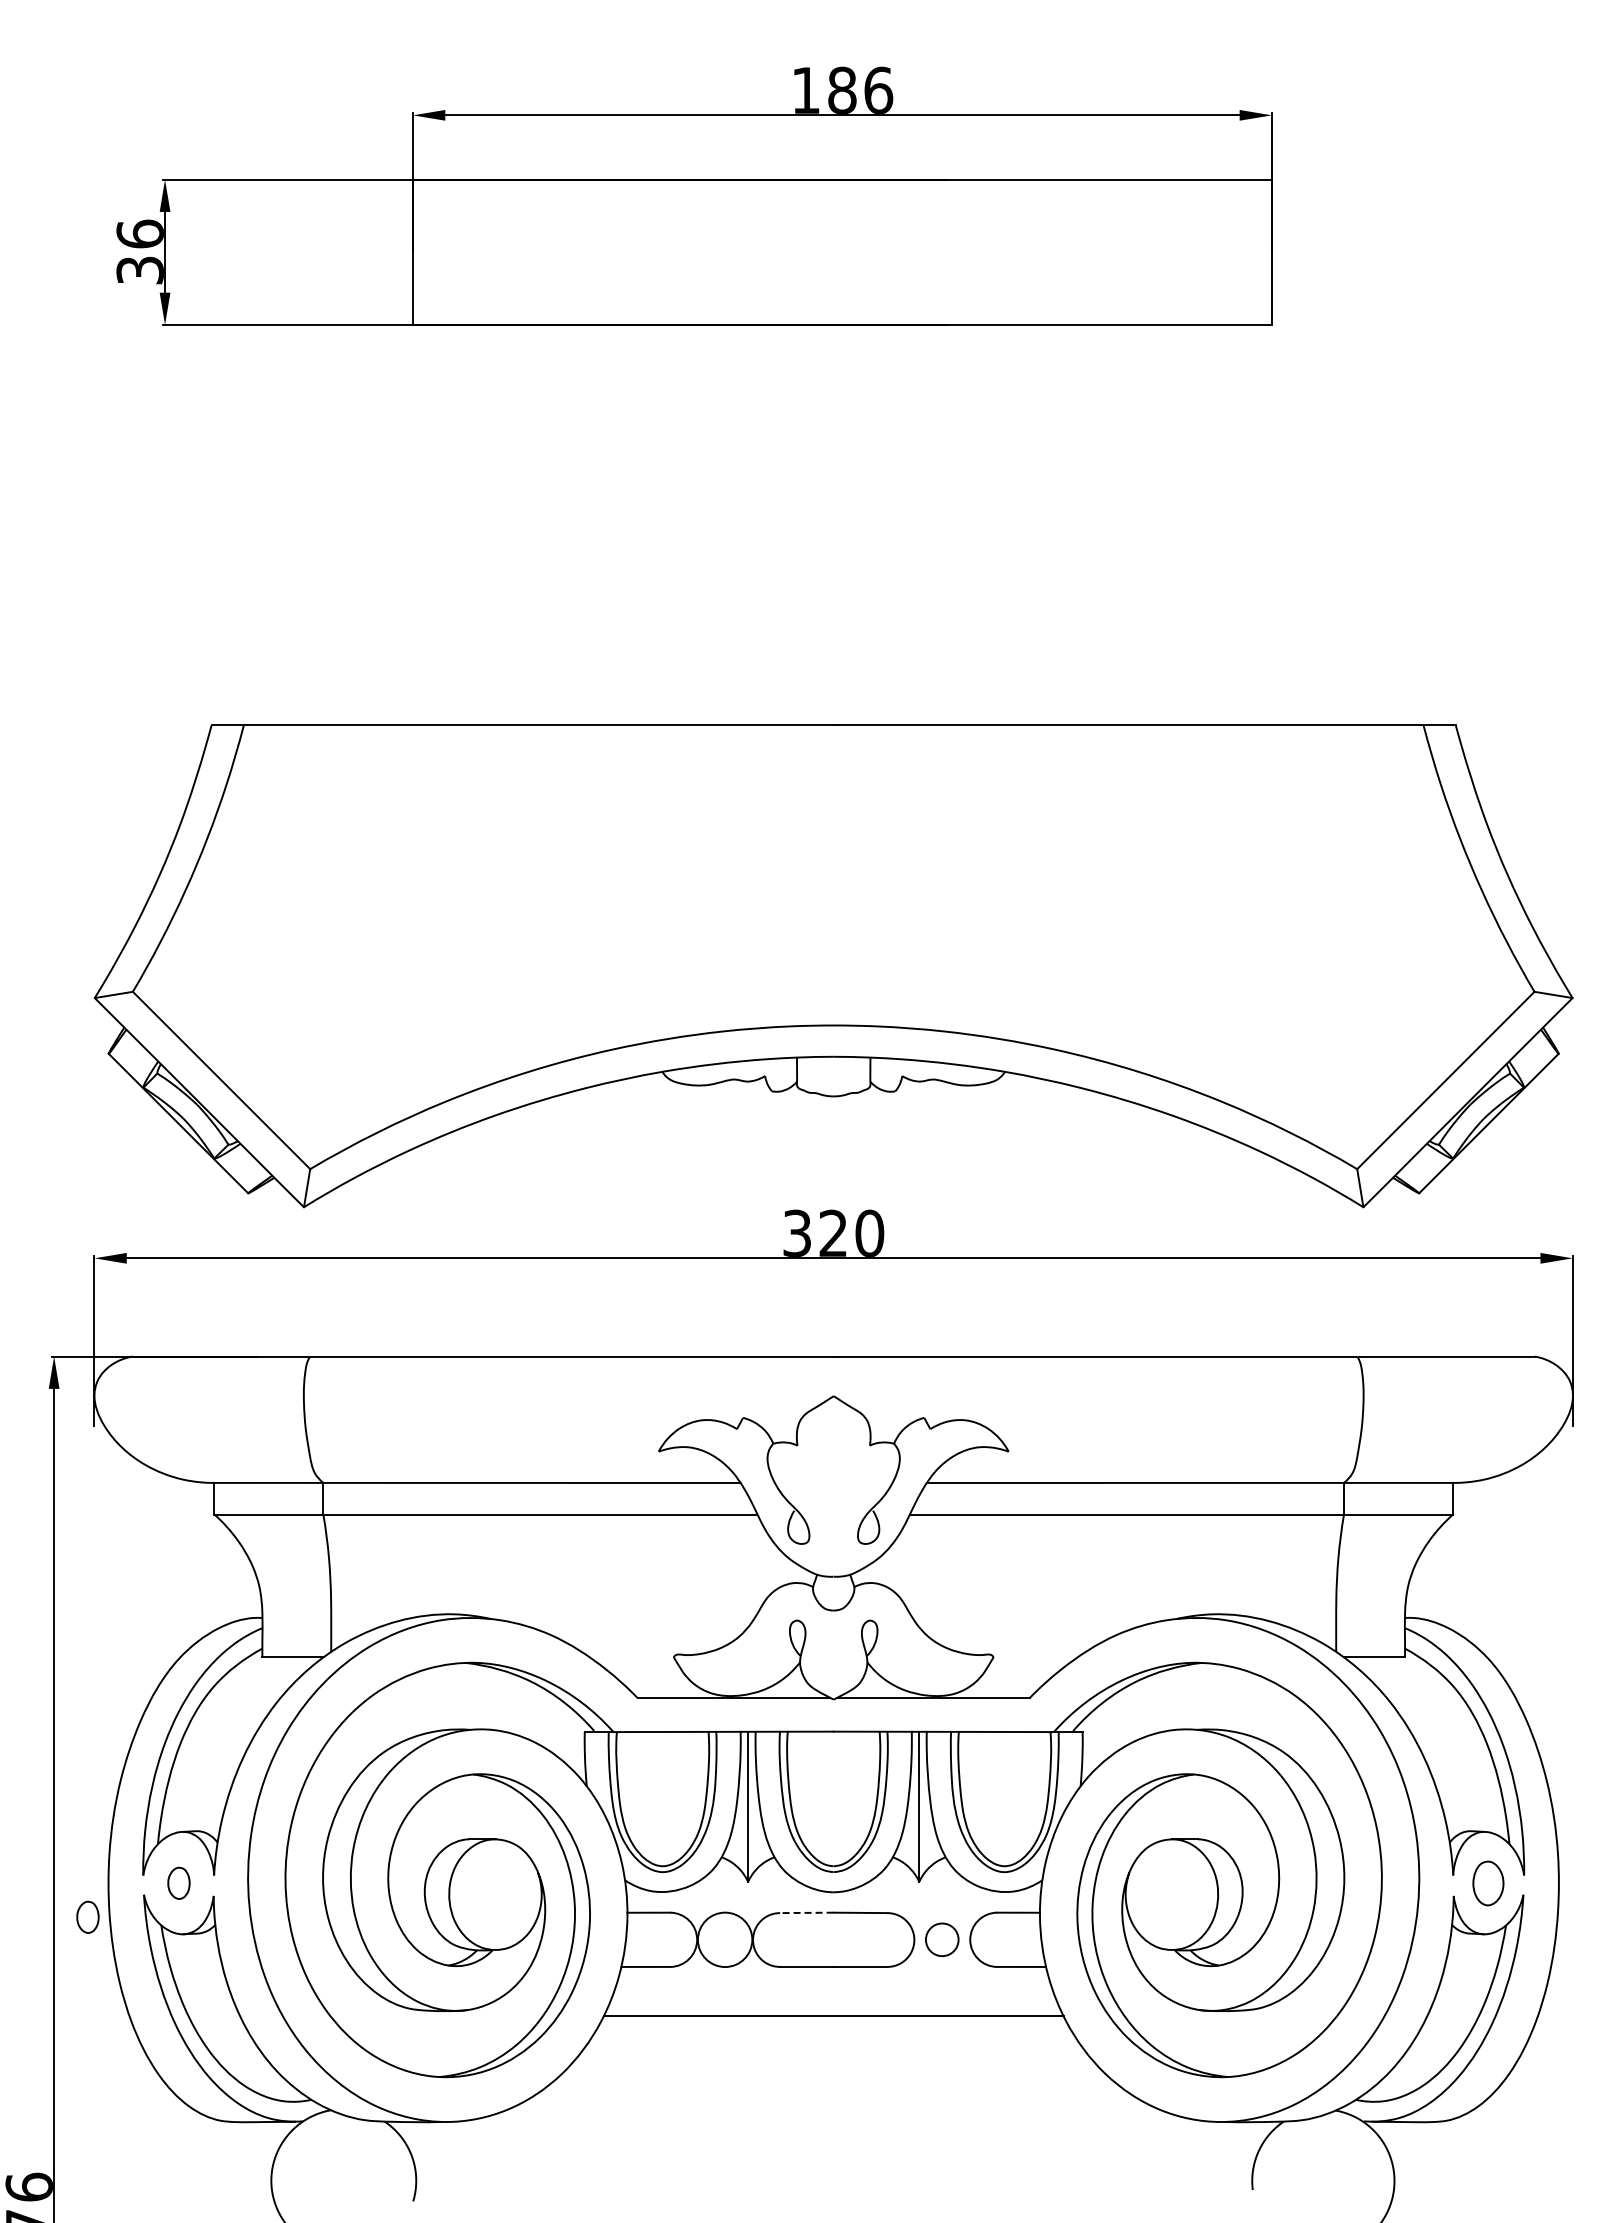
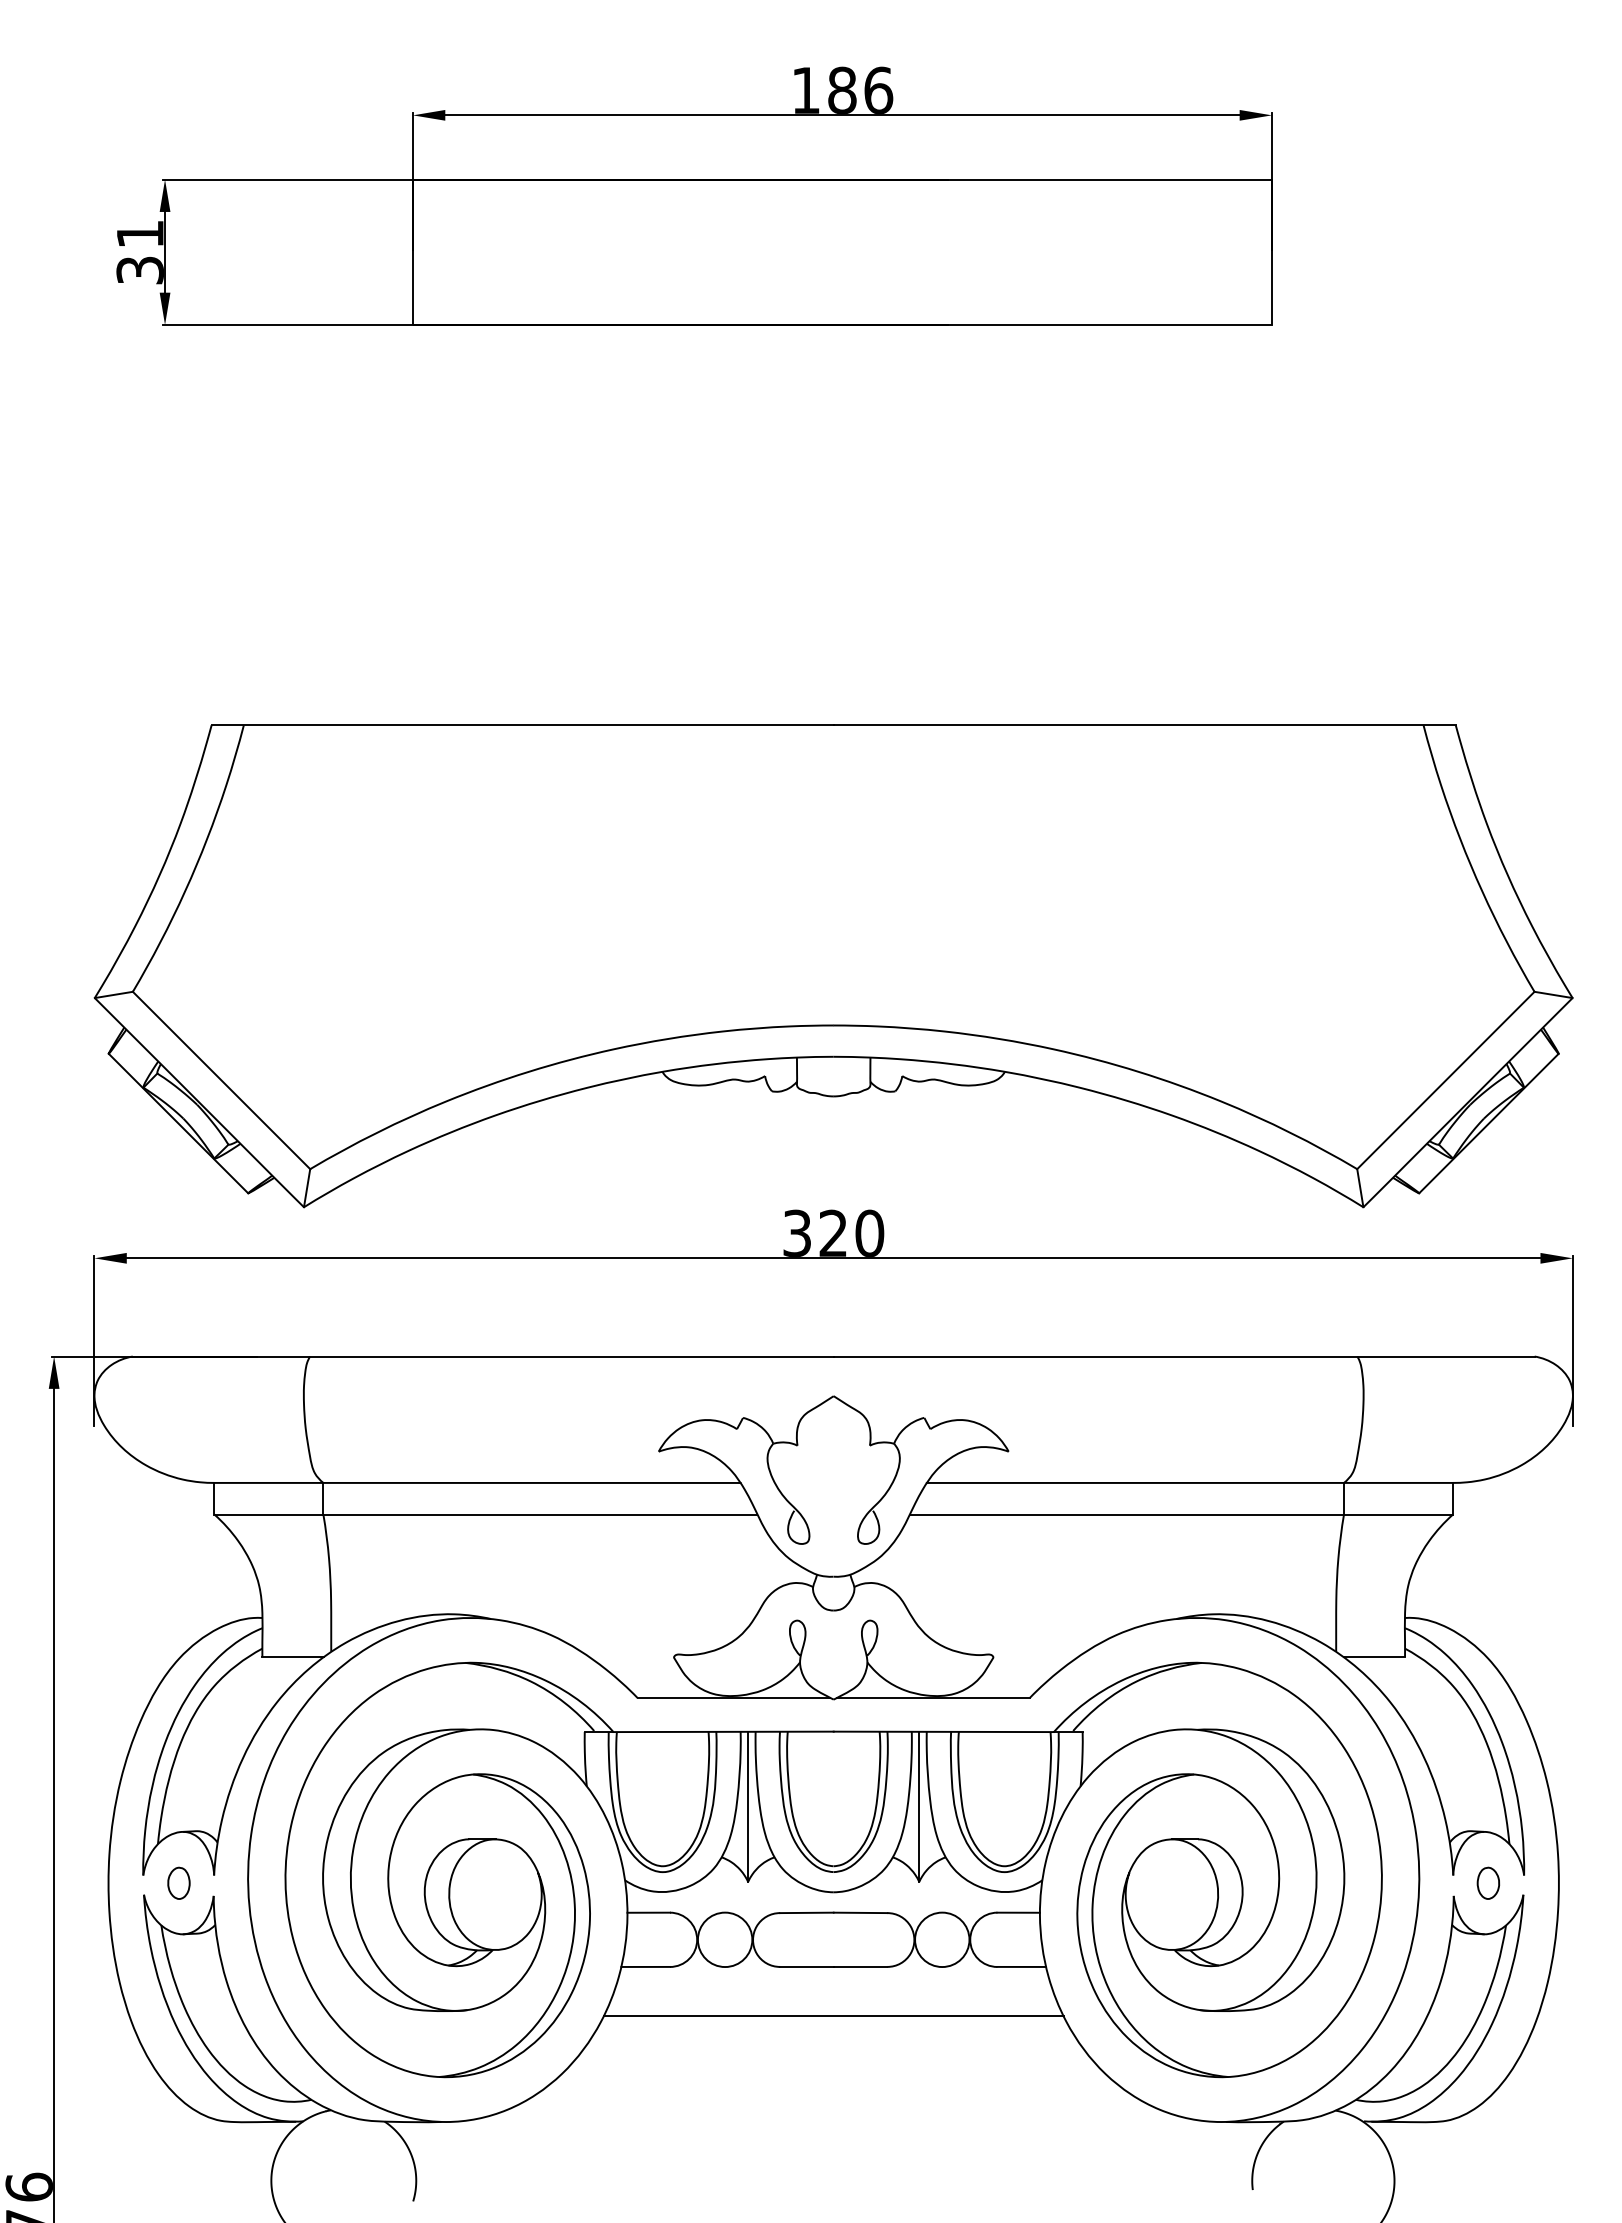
text at (139, 233): 36 -> 31
part at (1488, 1883) size: 33x47 px -> 25x34 px
line at (806, 1912): dashed -> solid
part at (87, 1916): present -> none
circle at (941, 1939) diameter: 33 px -> 54 px
